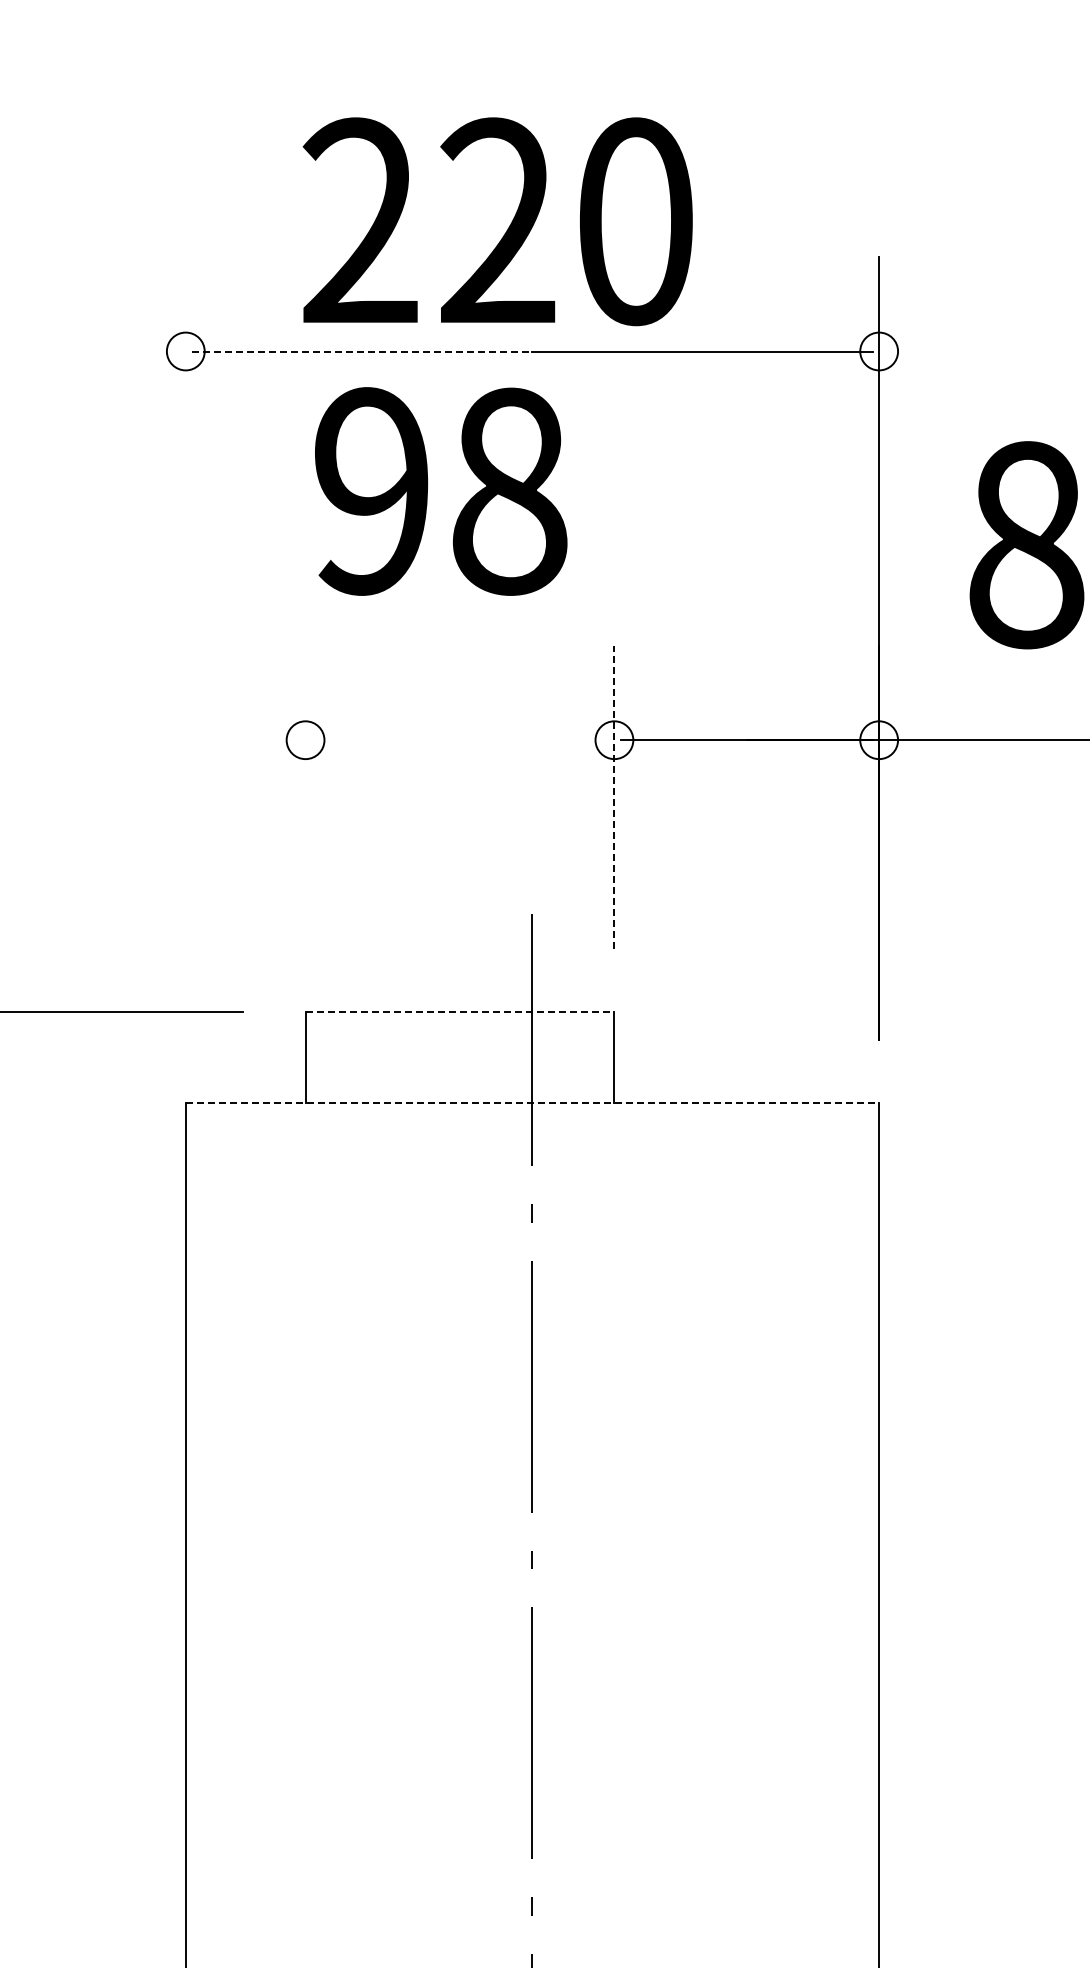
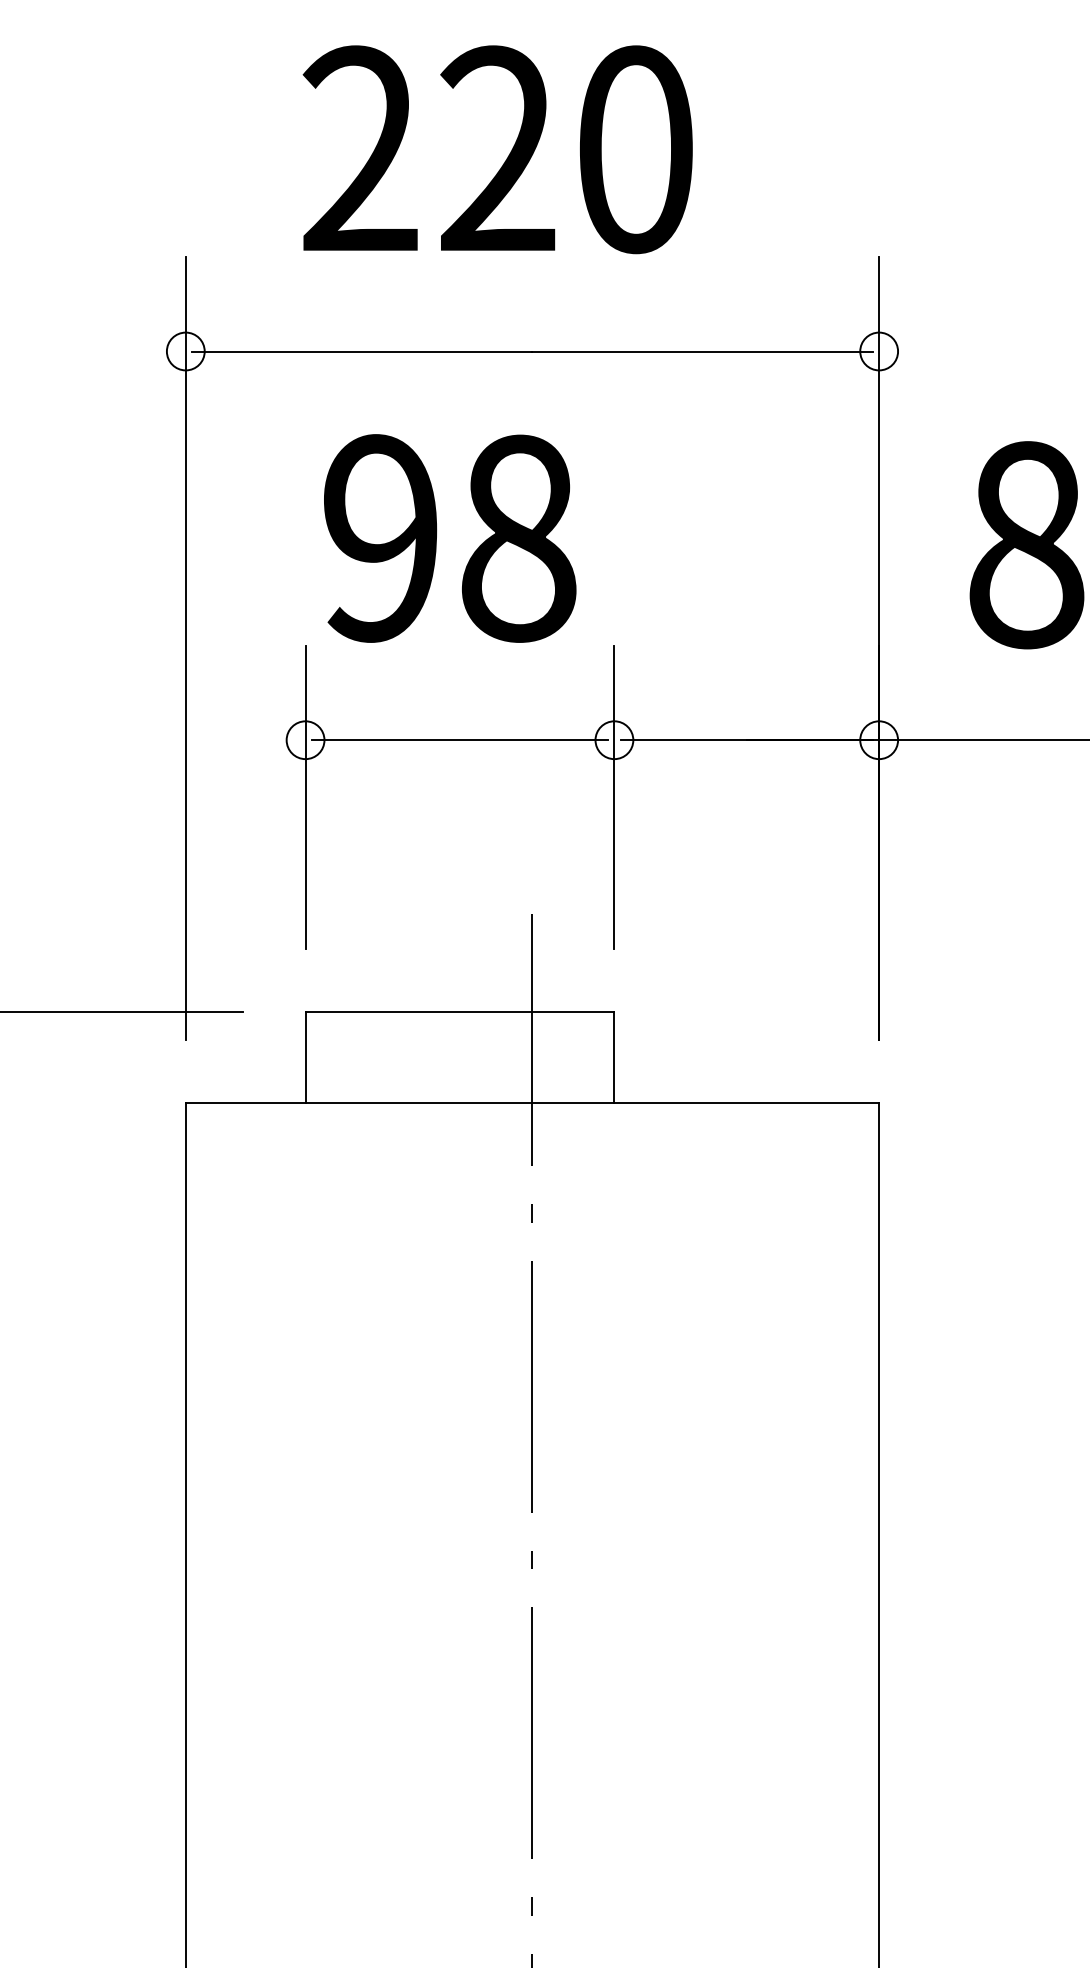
text at (497, 221) position: (497, 221) -> (497, 149)
line at (362, 351): dashed -> solid
text at (441, 491) position: (441, 491) -> (450, 538)
line at (185, 648): none -> present
line at (459, 740): none -> present
line at (305, 796): none -> present
line at (614, 796): dashed -> solid
line at (460, 1011): dashed -> solid
line at (532, 1103): dashed -> solid
